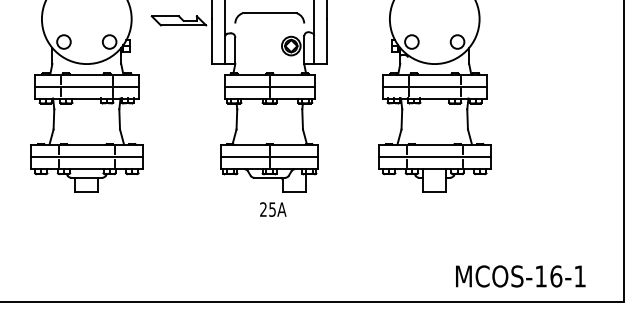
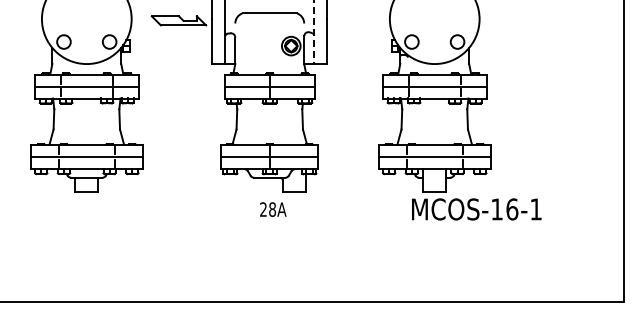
line at (314, 32): solid -> dashed
text at (272, 209): 25A -> 28A
text at (520, 276) position: (520, 276) -> (476, 209)
